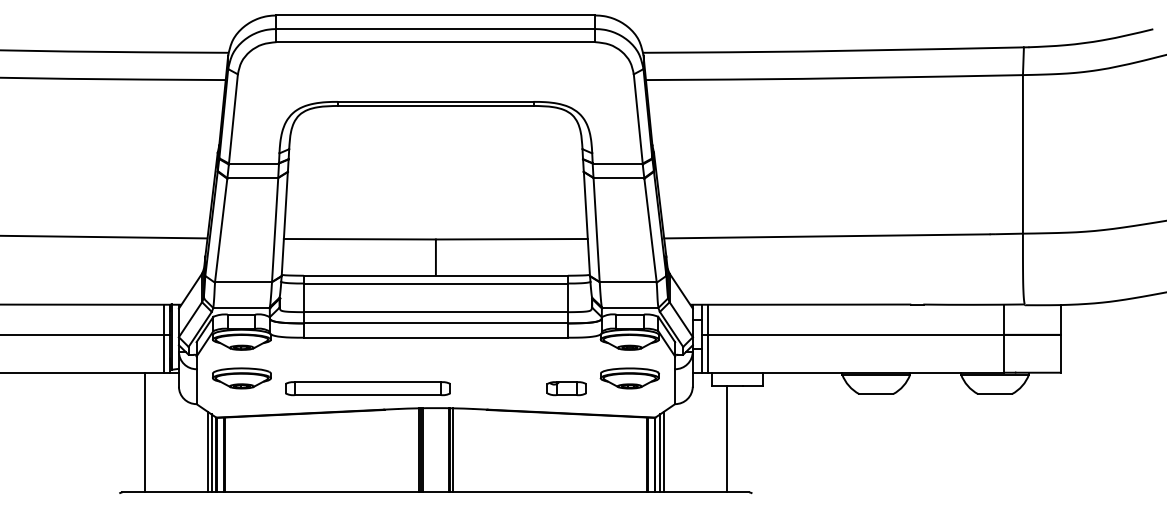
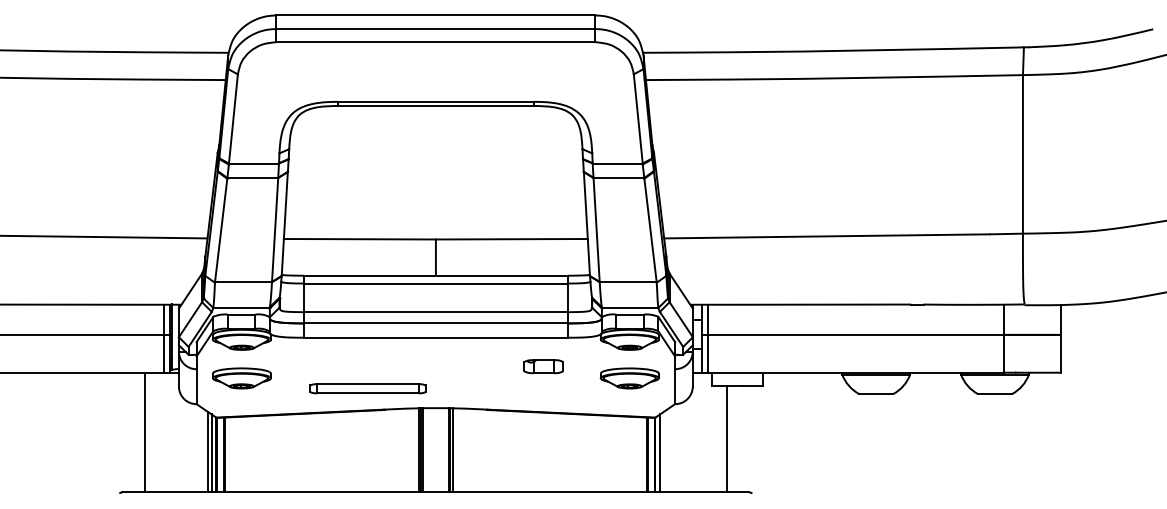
part at (367, 388) size: 166x16 px -> 118x12 px
part at (566, 388) position: (566, 388) -> (543, 366)
line at (664, 451): present -> none
